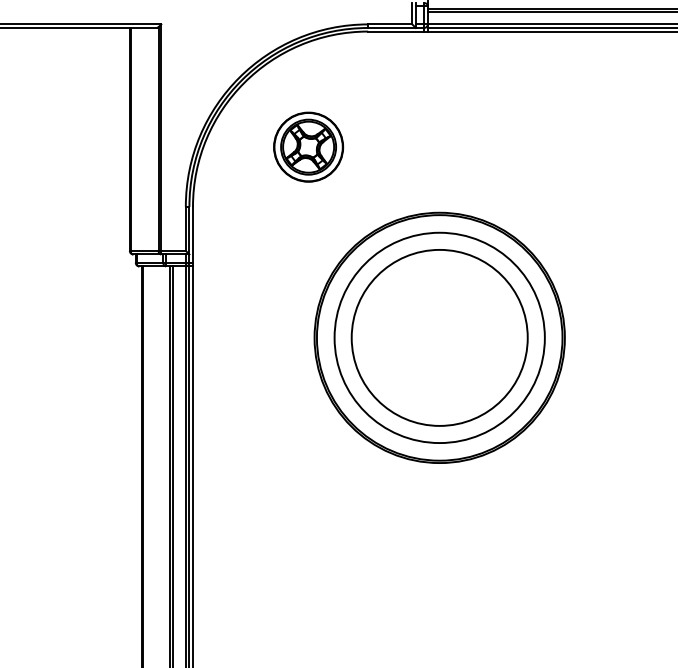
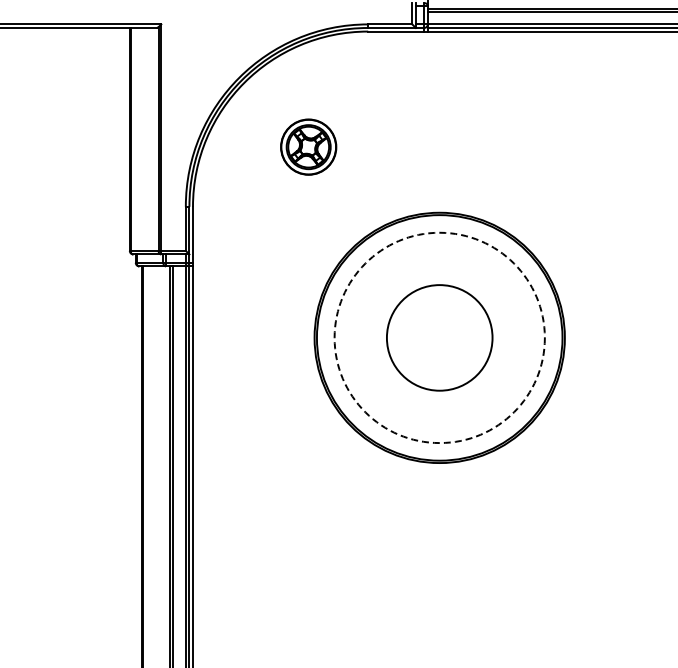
part at (308, 146) size: 72x72 px -> 58x58 px
circle at (439, 337) diameter: 176 px -> 106 px
circle at (439, 337): solid -> dashed
